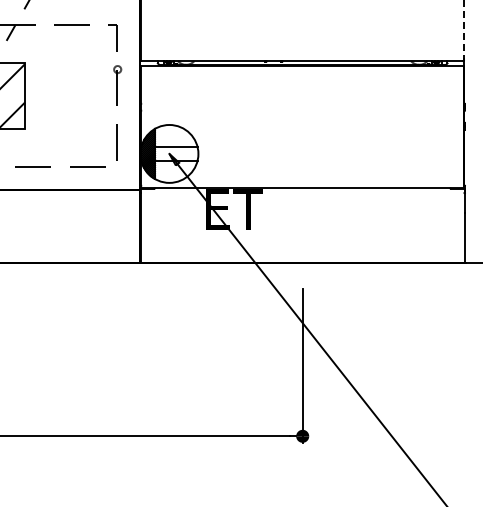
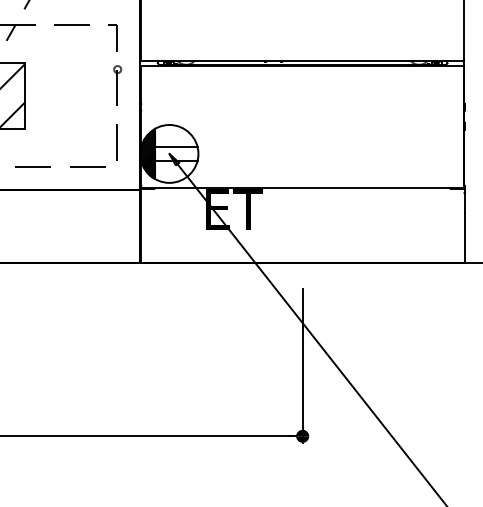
line at (464, 31): dashed -> solid
